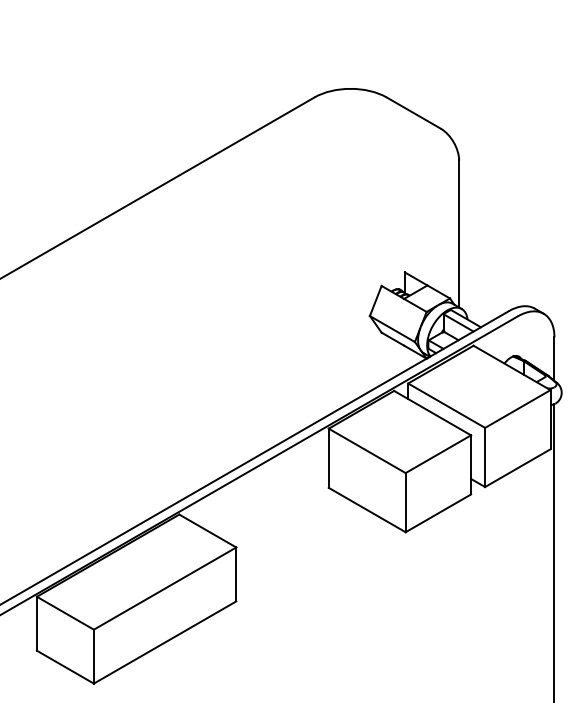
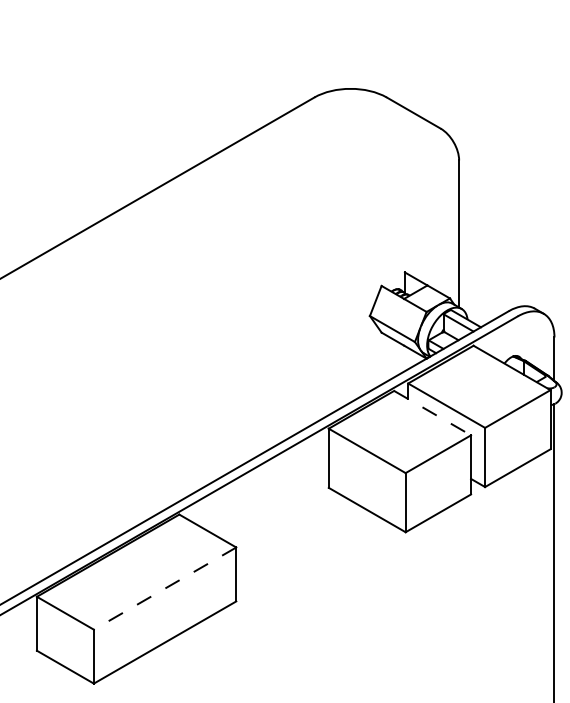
line at (433, 413): solid -> dashed
line at (164, 588): solid -> dashed
